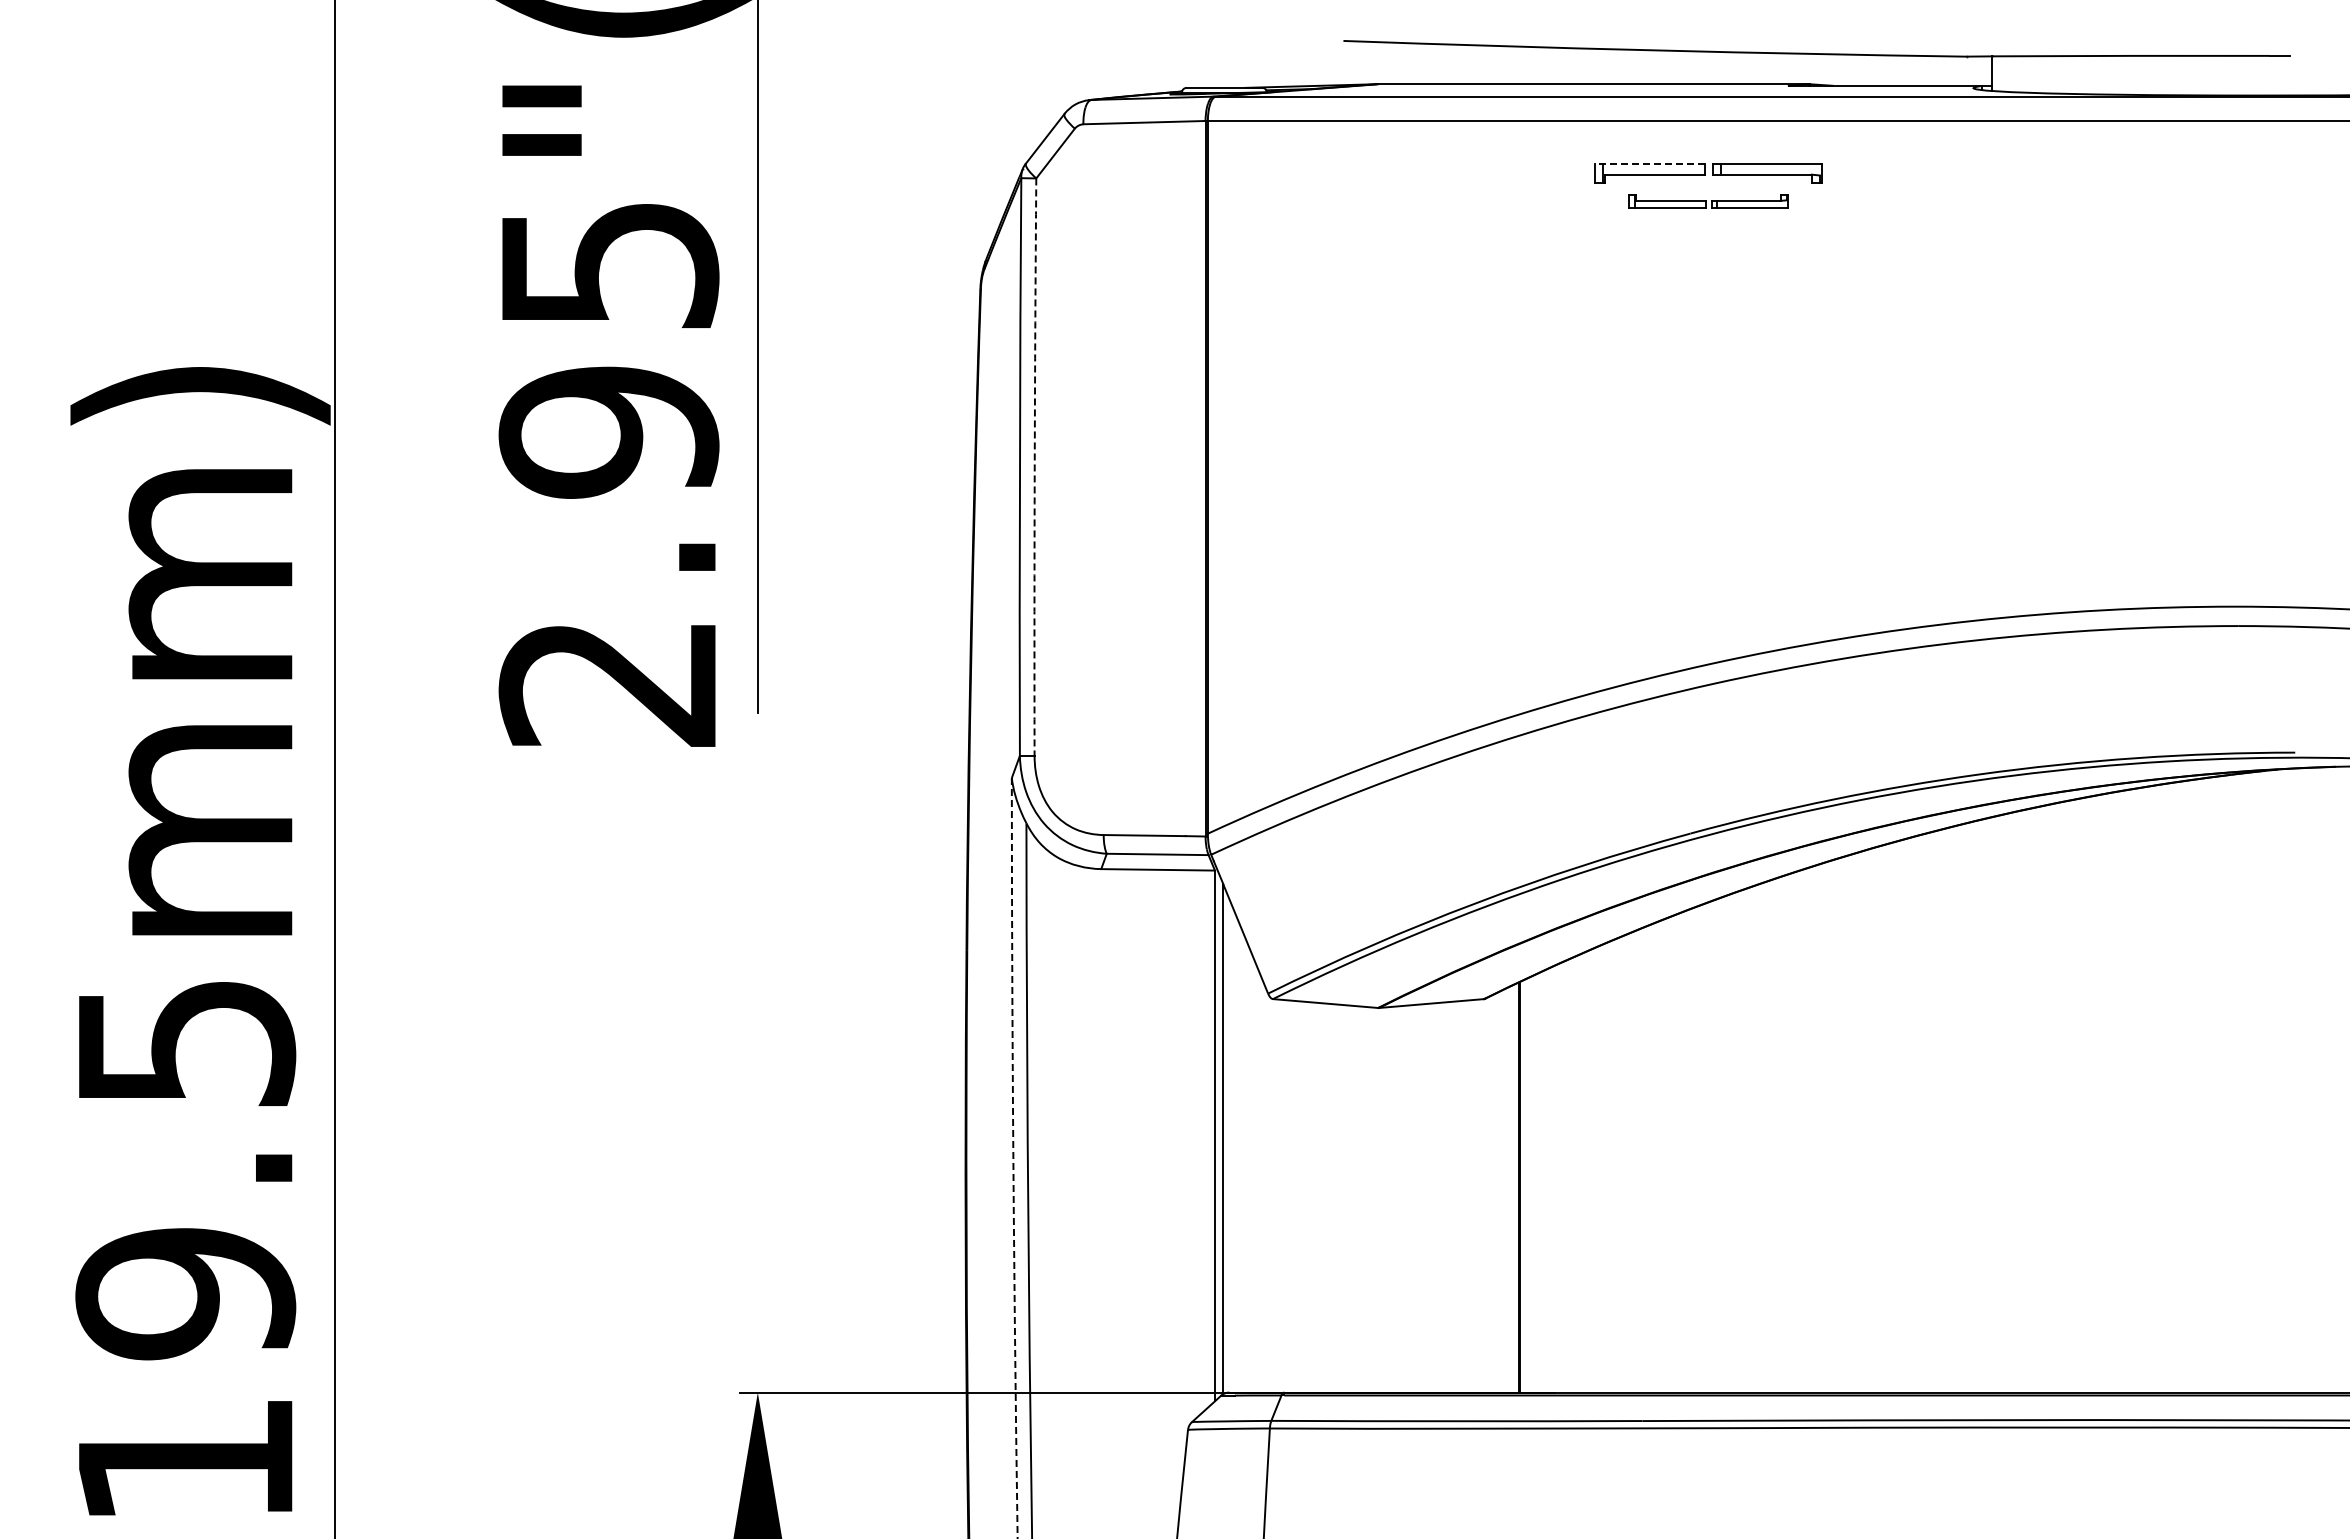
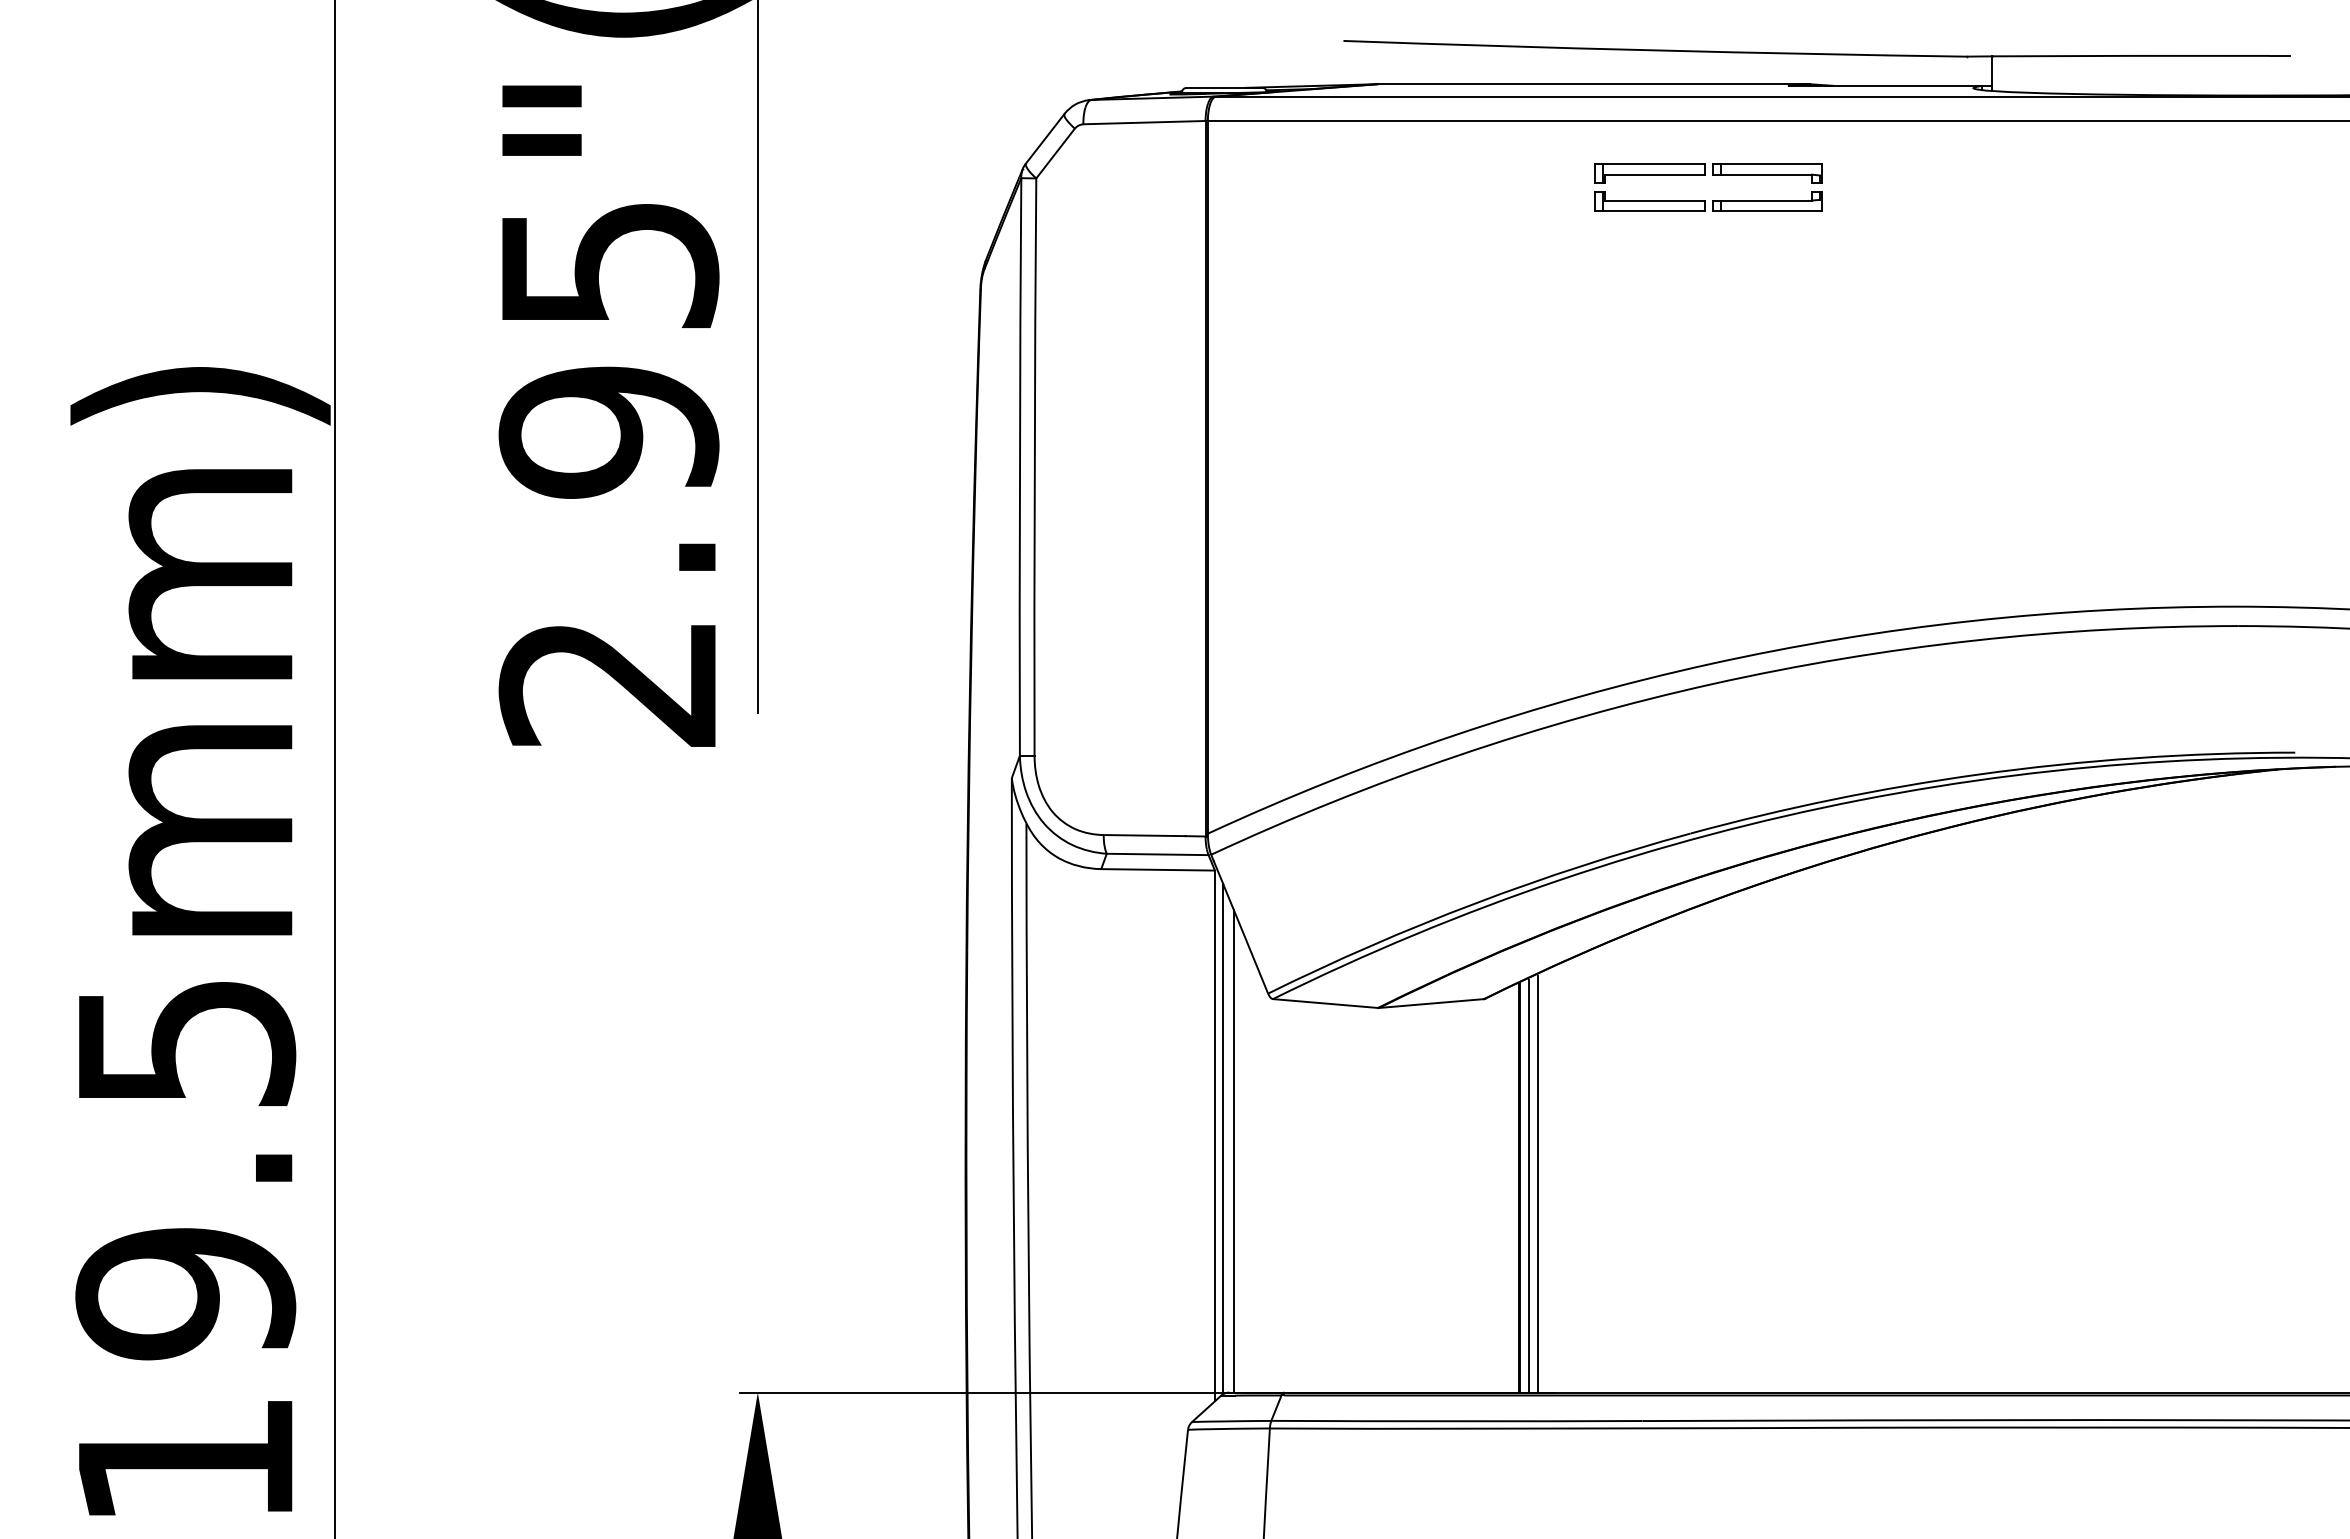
line at (1649, 164): dashed -> solid
part at (1708, 201) size: 161x15 px -> 229x21 px
arc at (1034, 467): dashed -> solid
line at (1233, 1150): none -> present
arc at (1013, 1158): dashed -> solid
line at (1537, 1183): none -> present
line at (1529, 1185): none -> present
